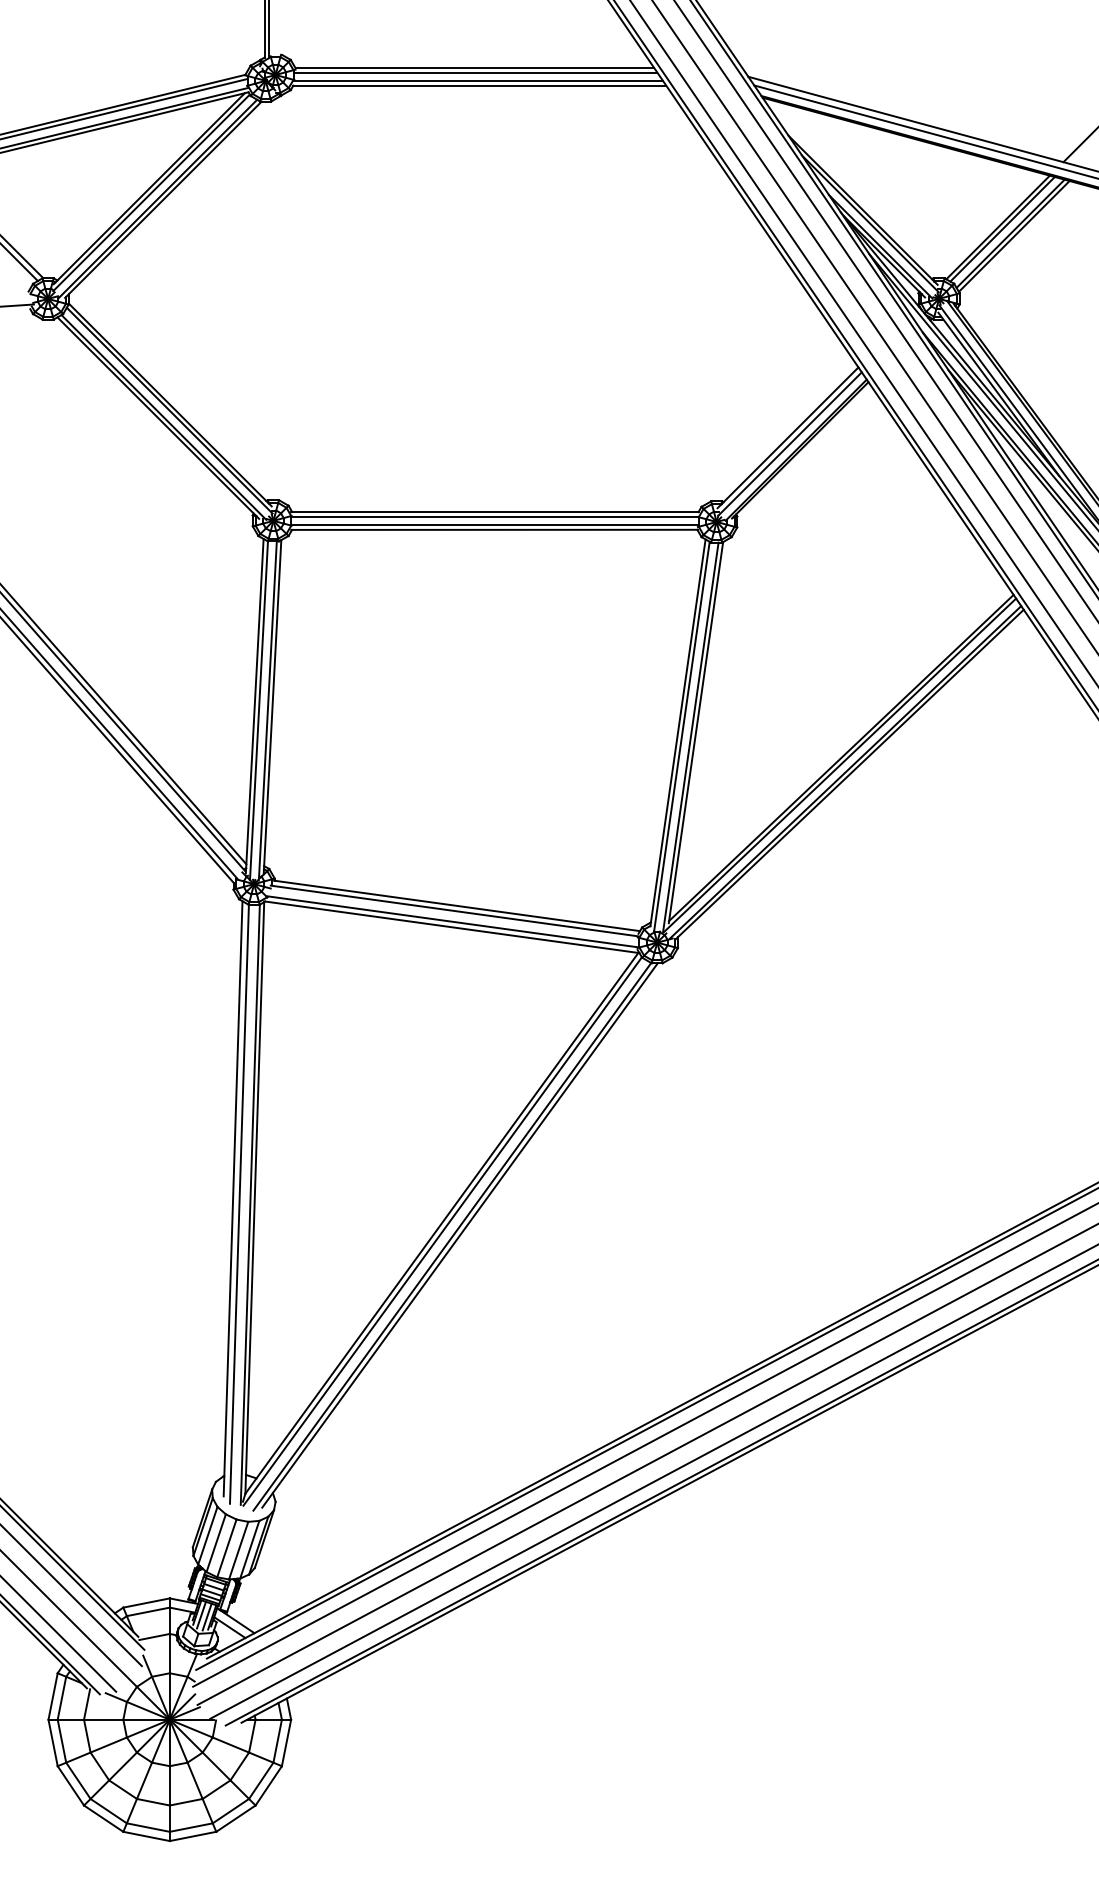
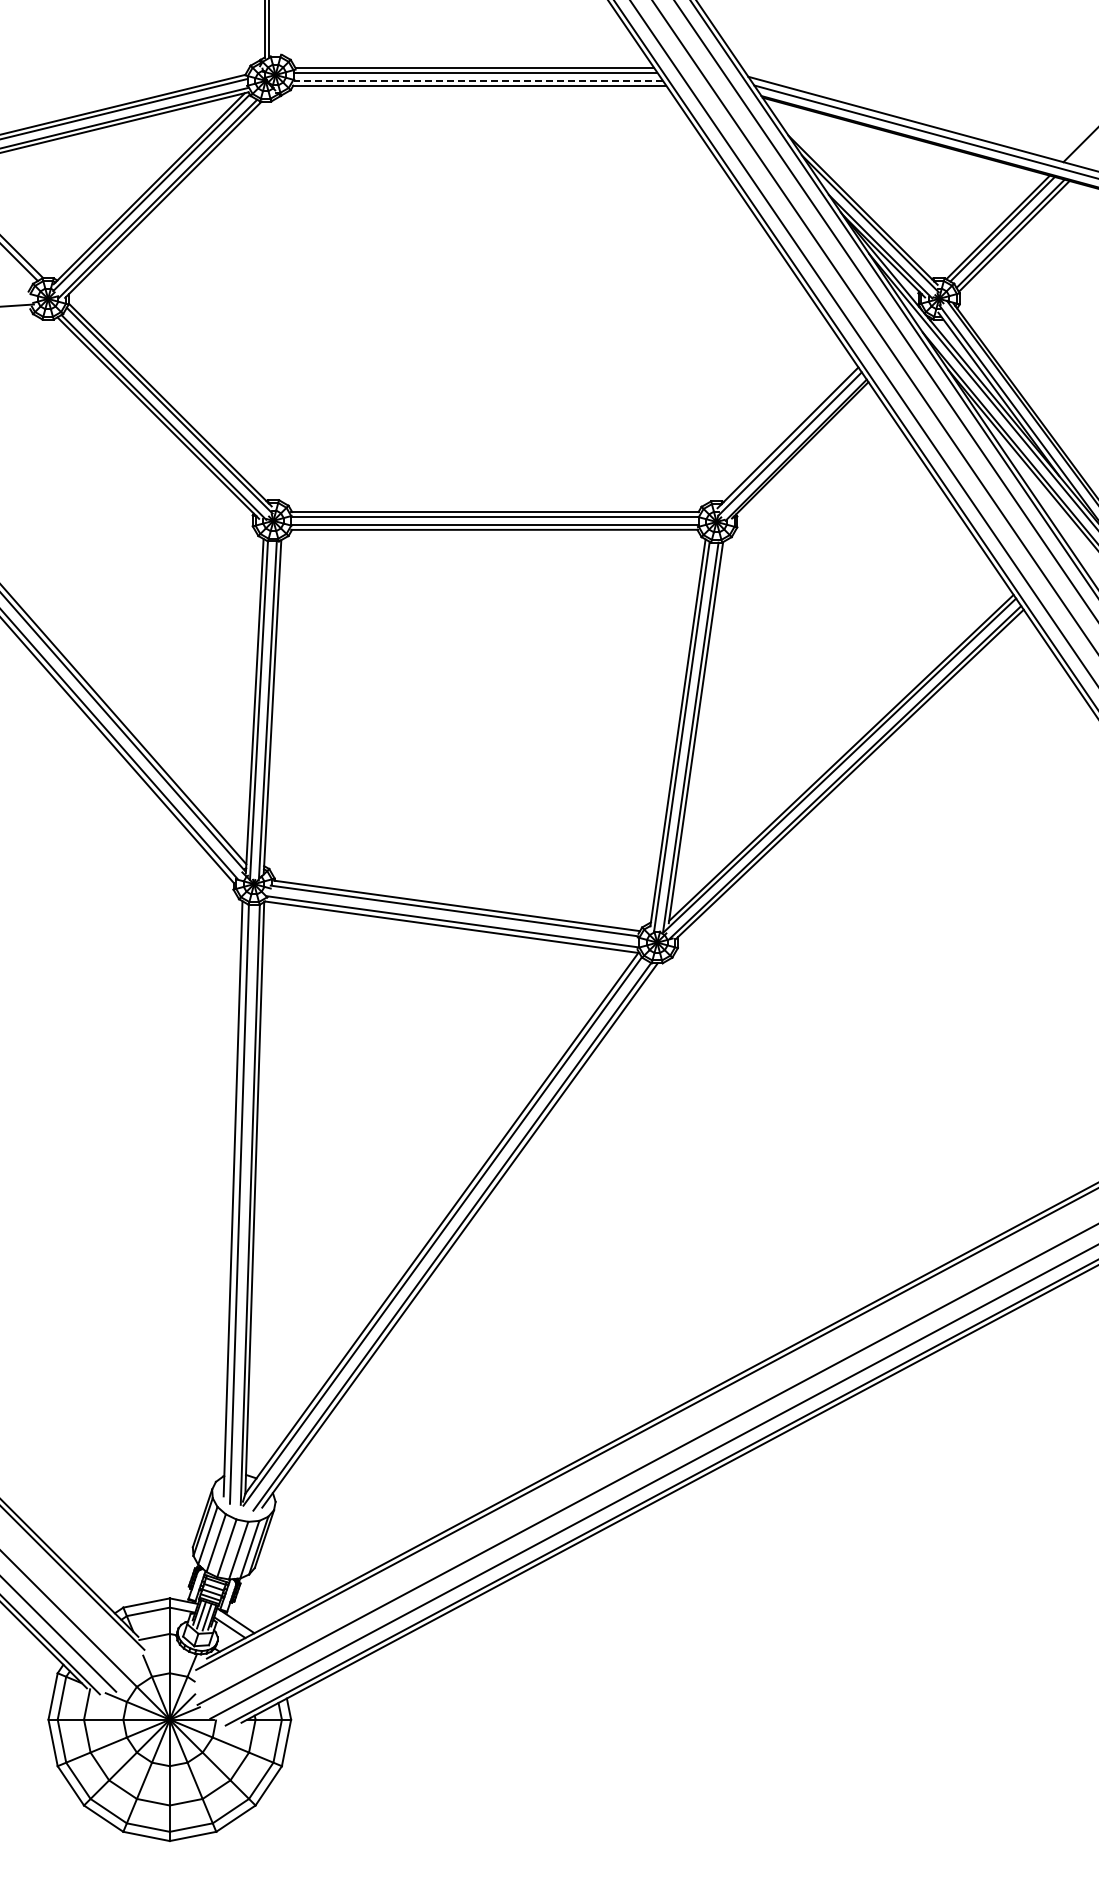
line at (478, 81): solid -> dashed
line at (644, 1445): present -> none
line at (71, 1596): present -> none
